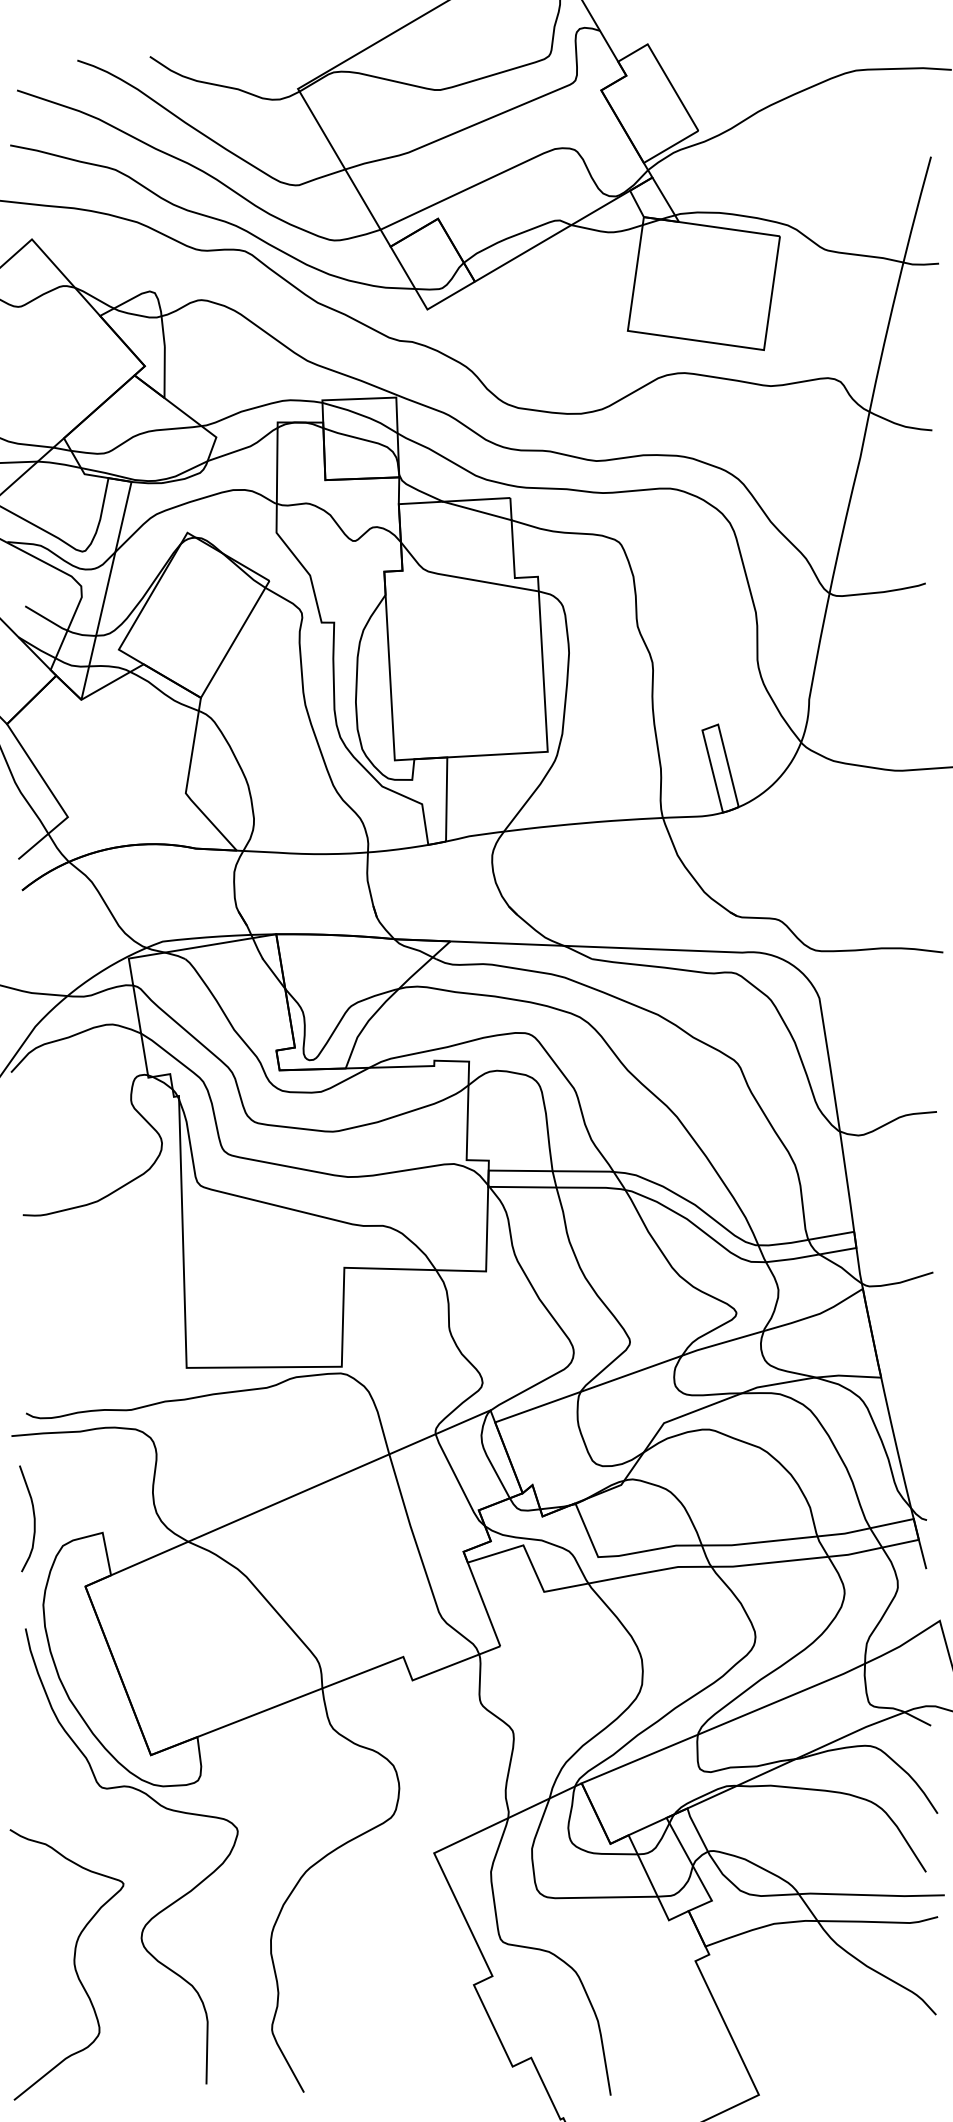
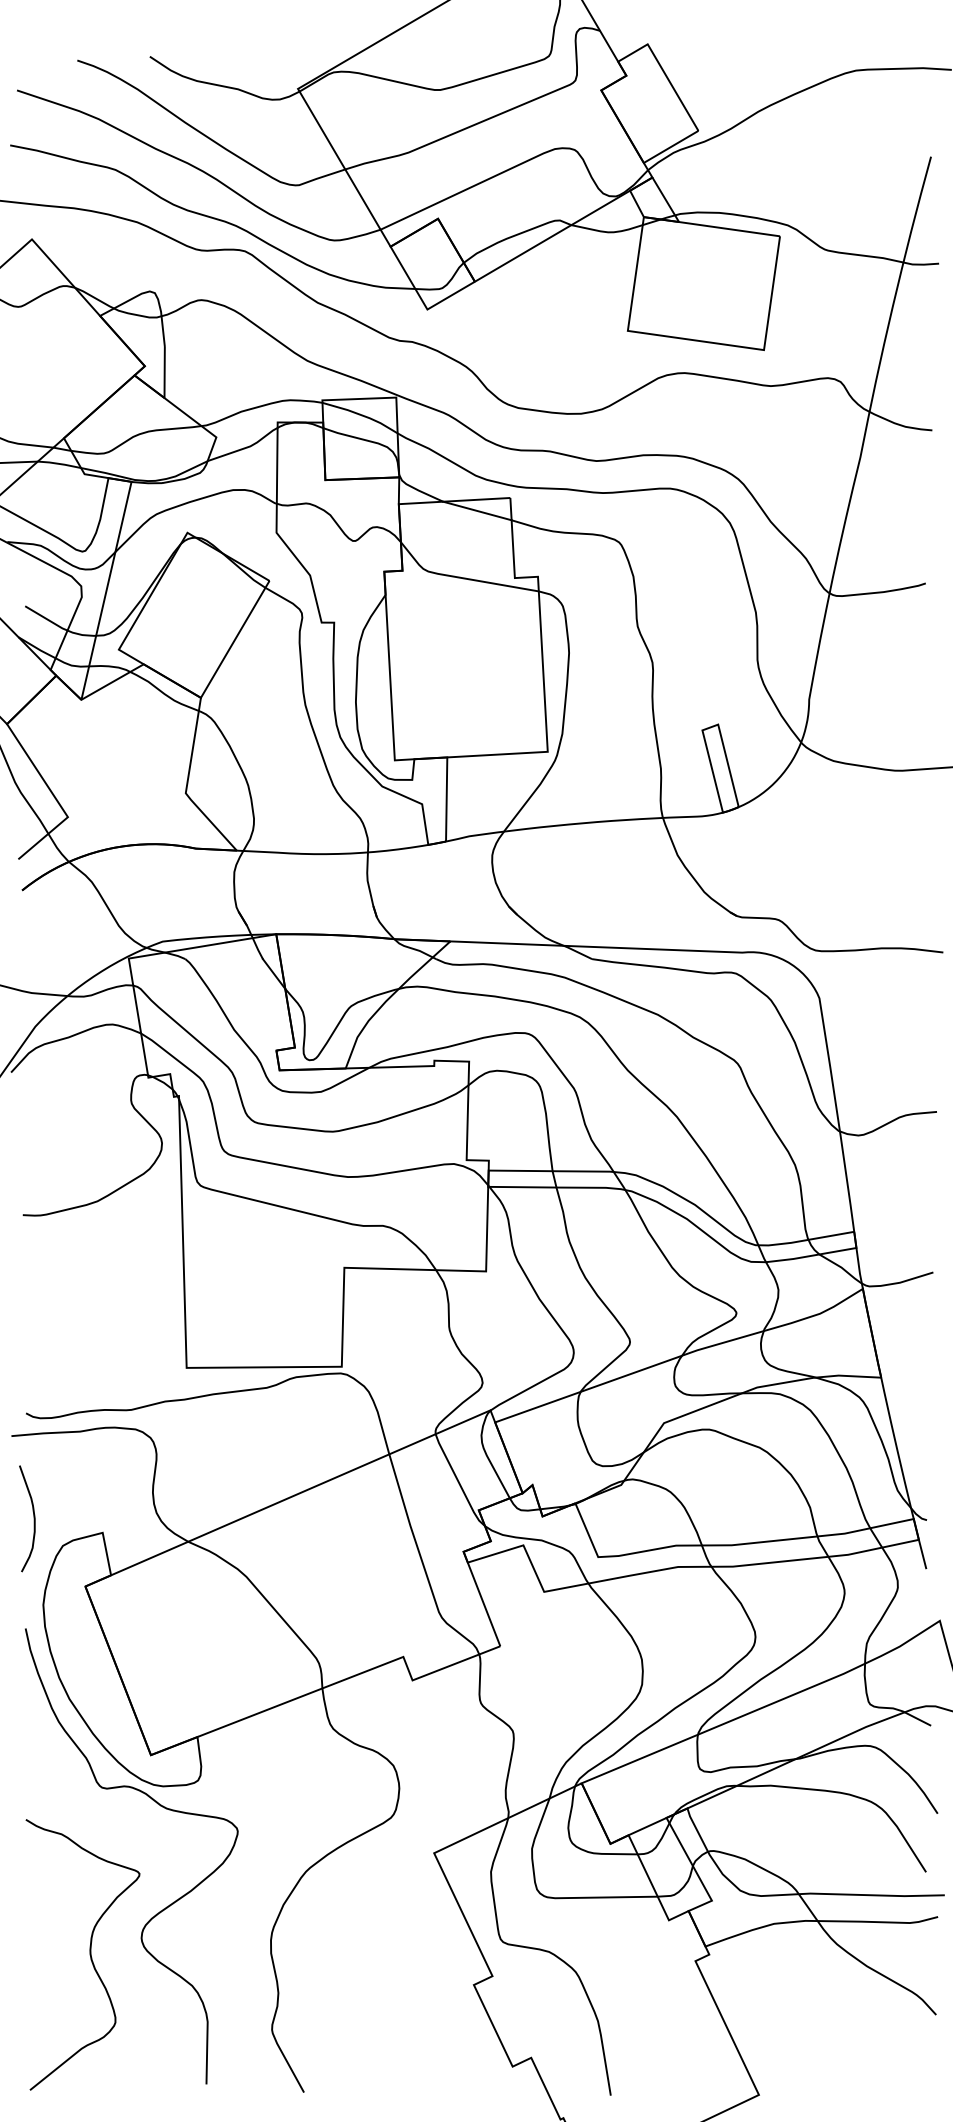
curve at (73, 1964) position: (73, 1964) -> (89, 1954)
